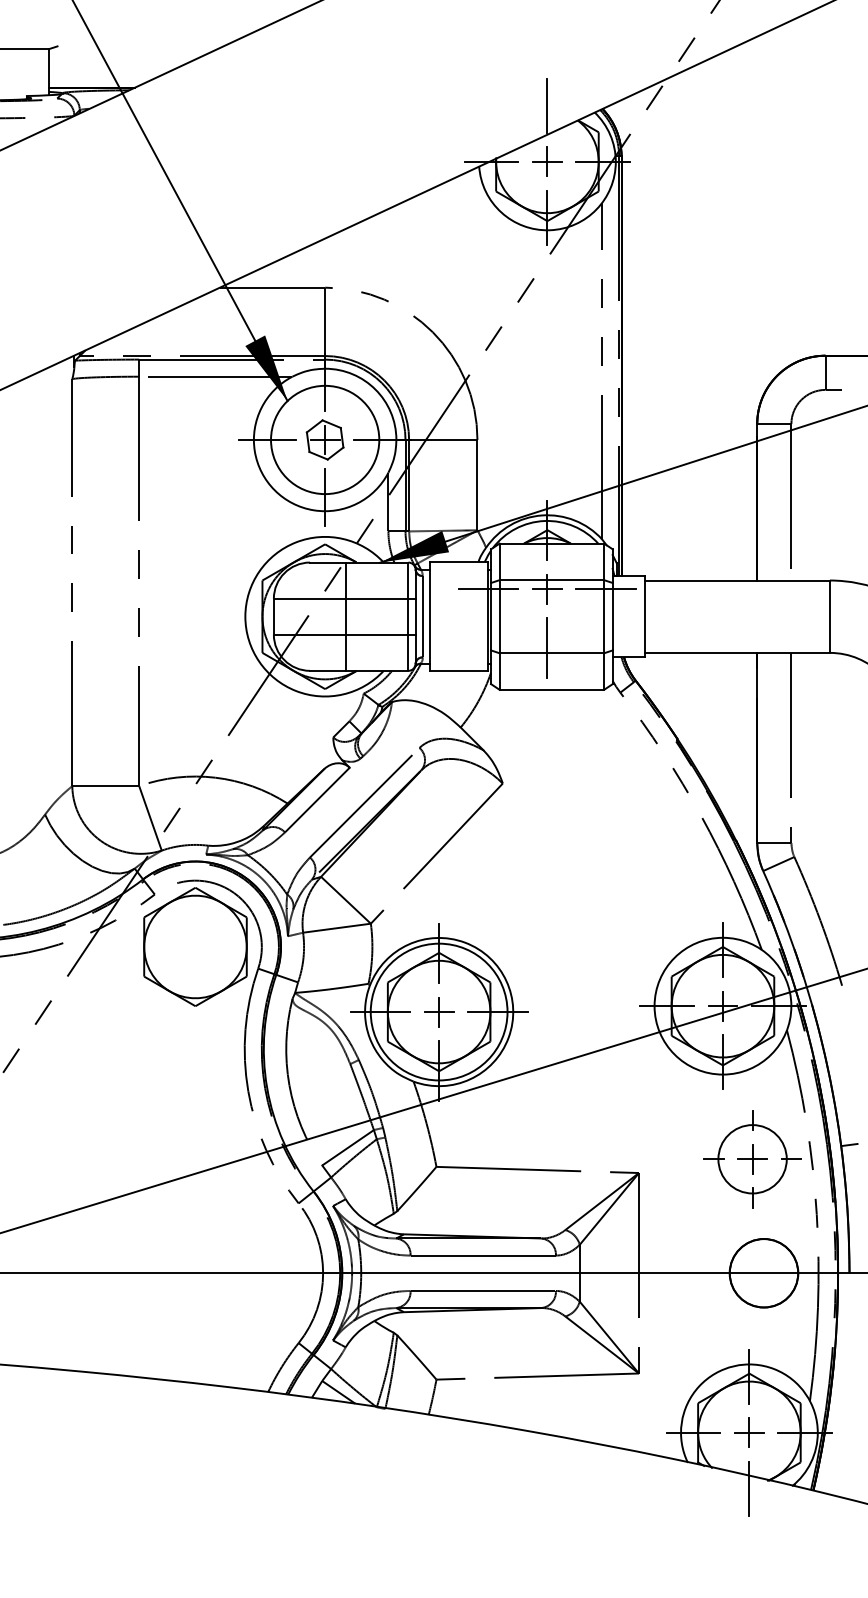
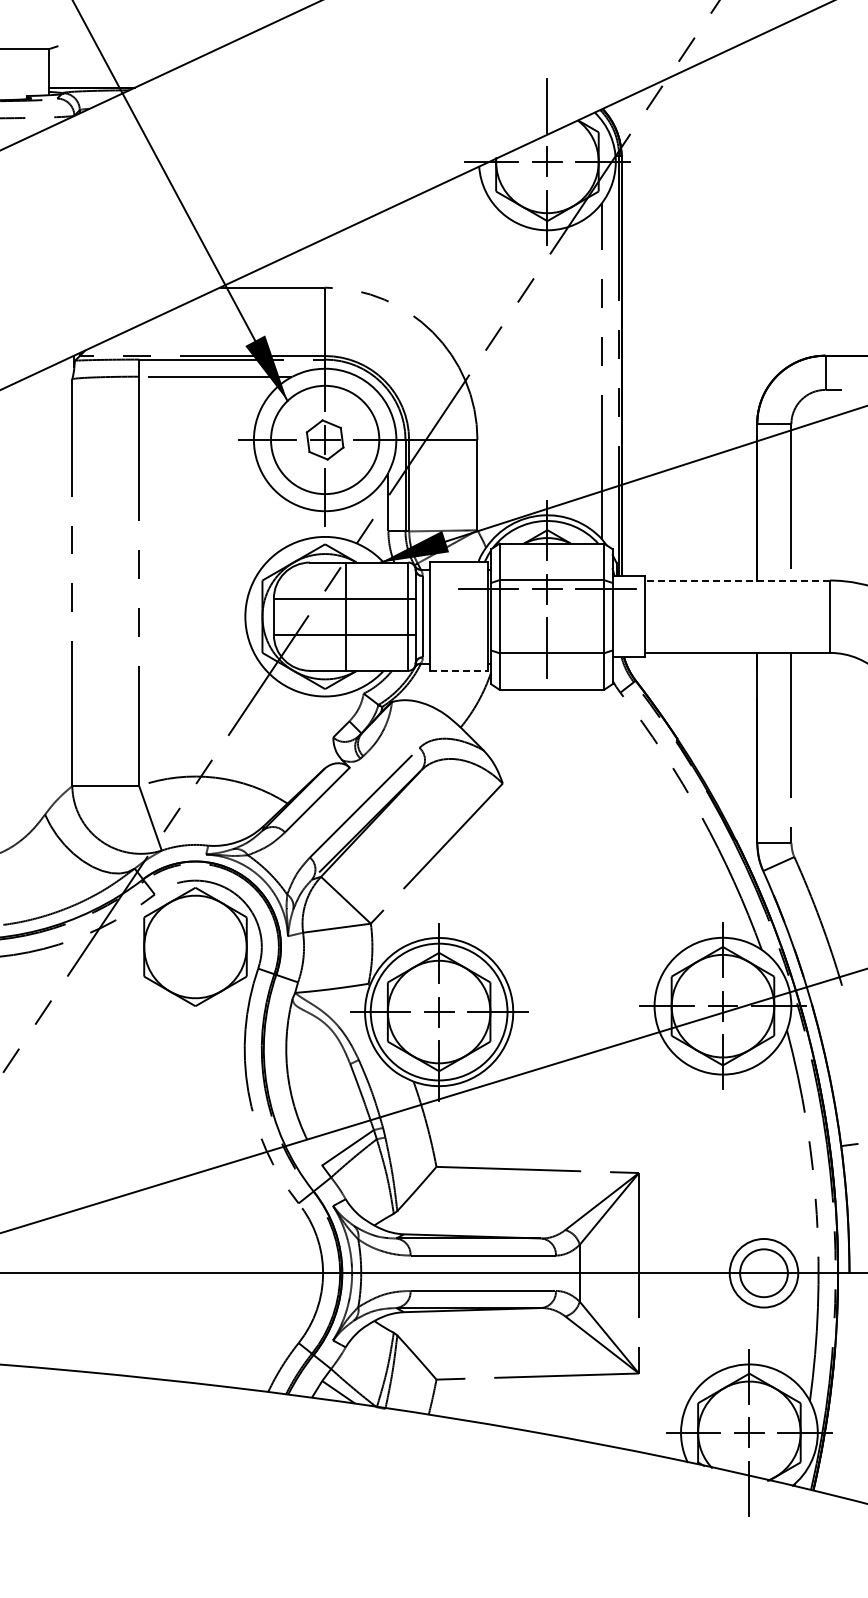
line at (736, 580): solid -> dashed
line at (459, 671): solid -> dashed
part at (752, 1159): present -> none
circle at (763, 1273) diameter: 68 px -> 48 px
